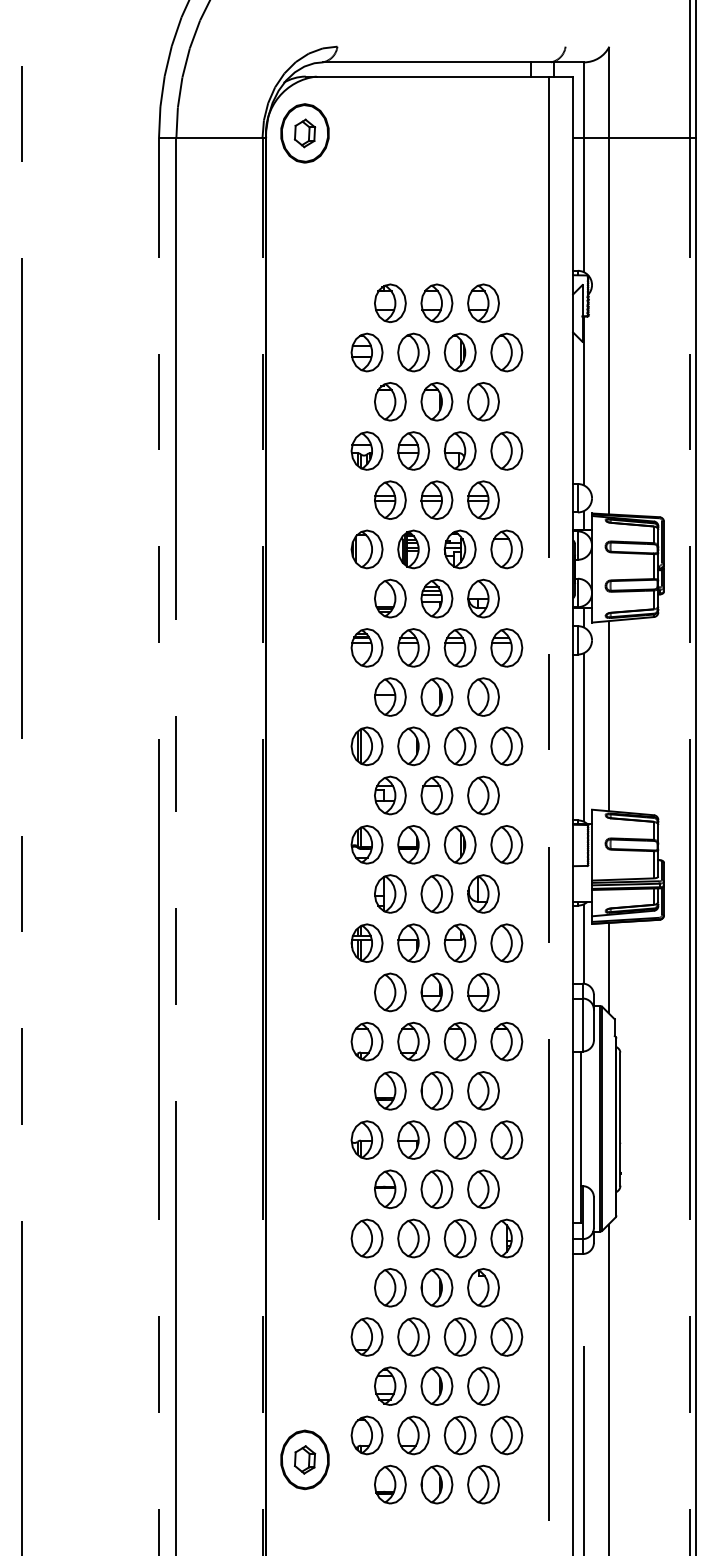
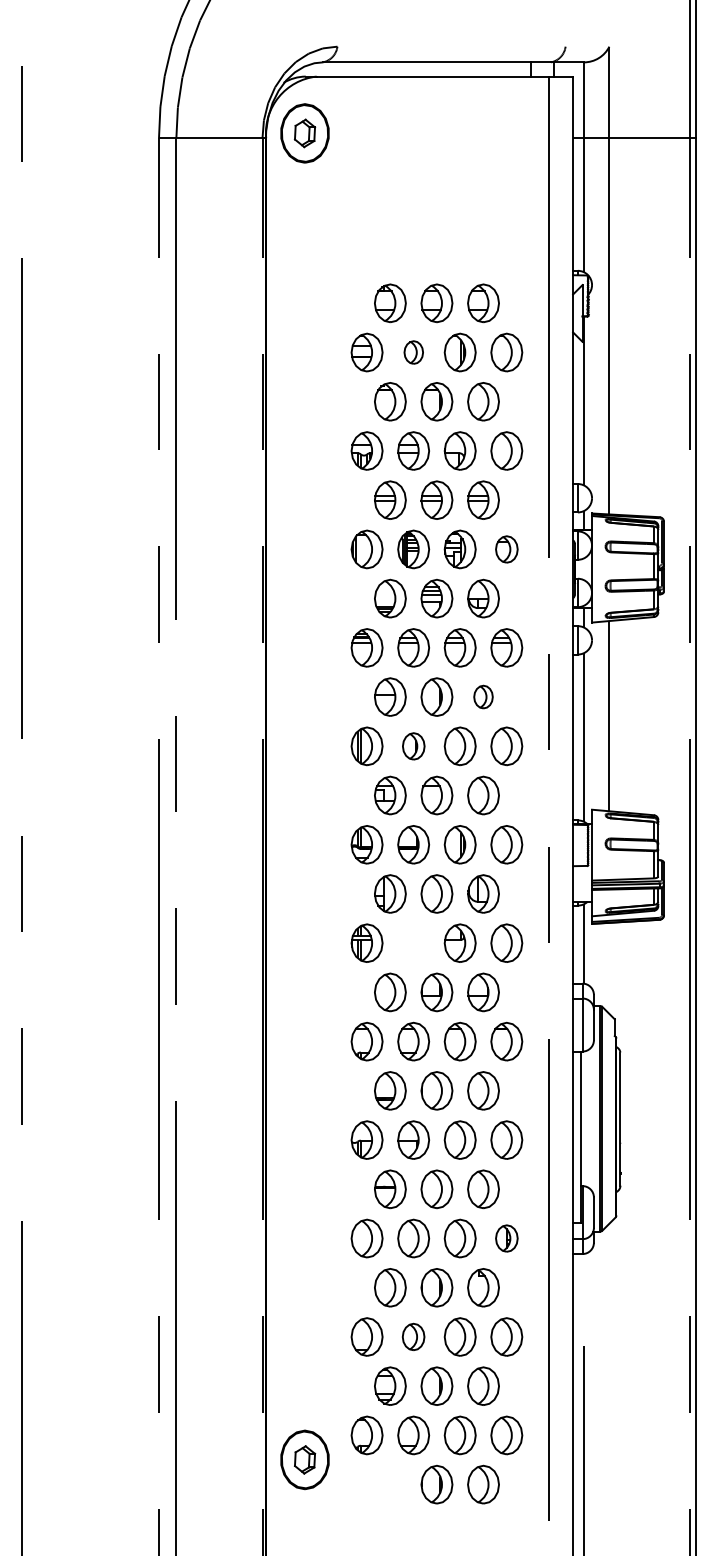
part at (413, 352) size: 34x41 px -> 21x25 px
part at (506, 549) size: 34x41 px -> 24x29 px
part at (483, 696) size: 33x40 px -> 21x26 px
part at (413, 746) size: 34x41 px -> 24x29 px
part at (413, 942): present -> none
line at (609, 967): present -> none
part at (506, 1238) size: 34x41 px -> 24x29 px
part at (413, 1336) size: 33x40 px -> 25x29 px
line at (609, 1387): present -> none
part at (390, 1484): present -> none
